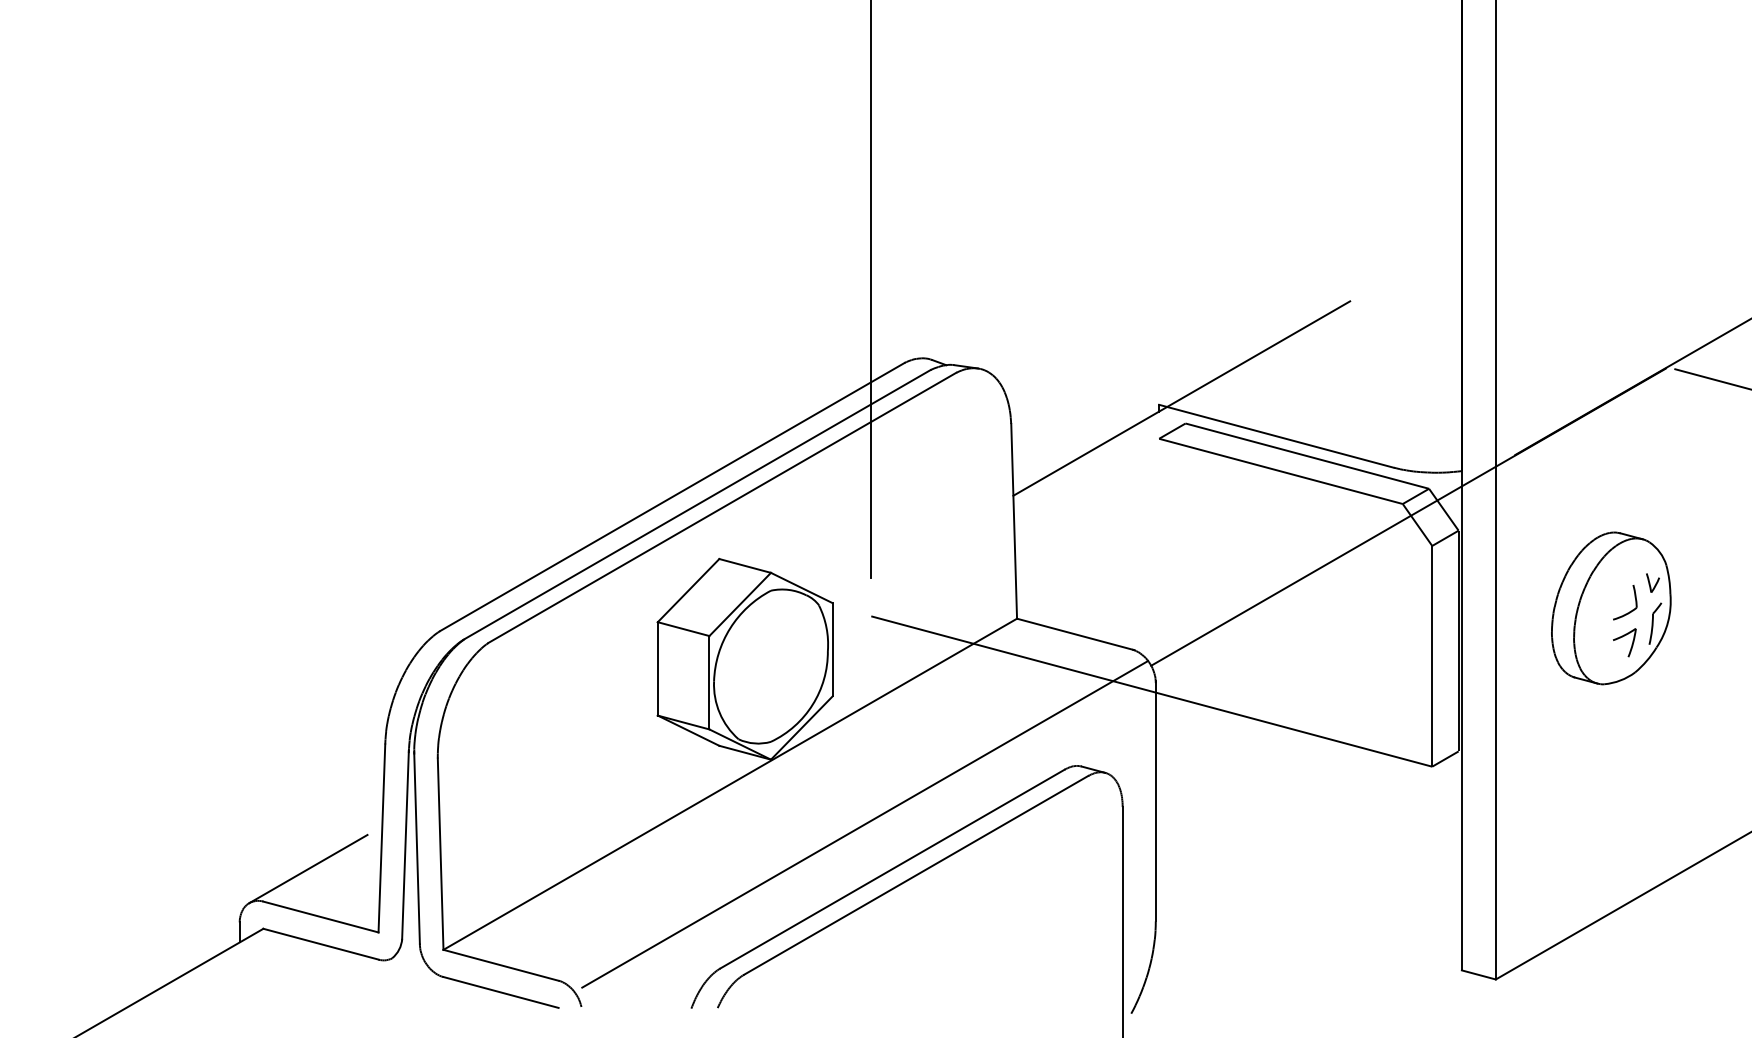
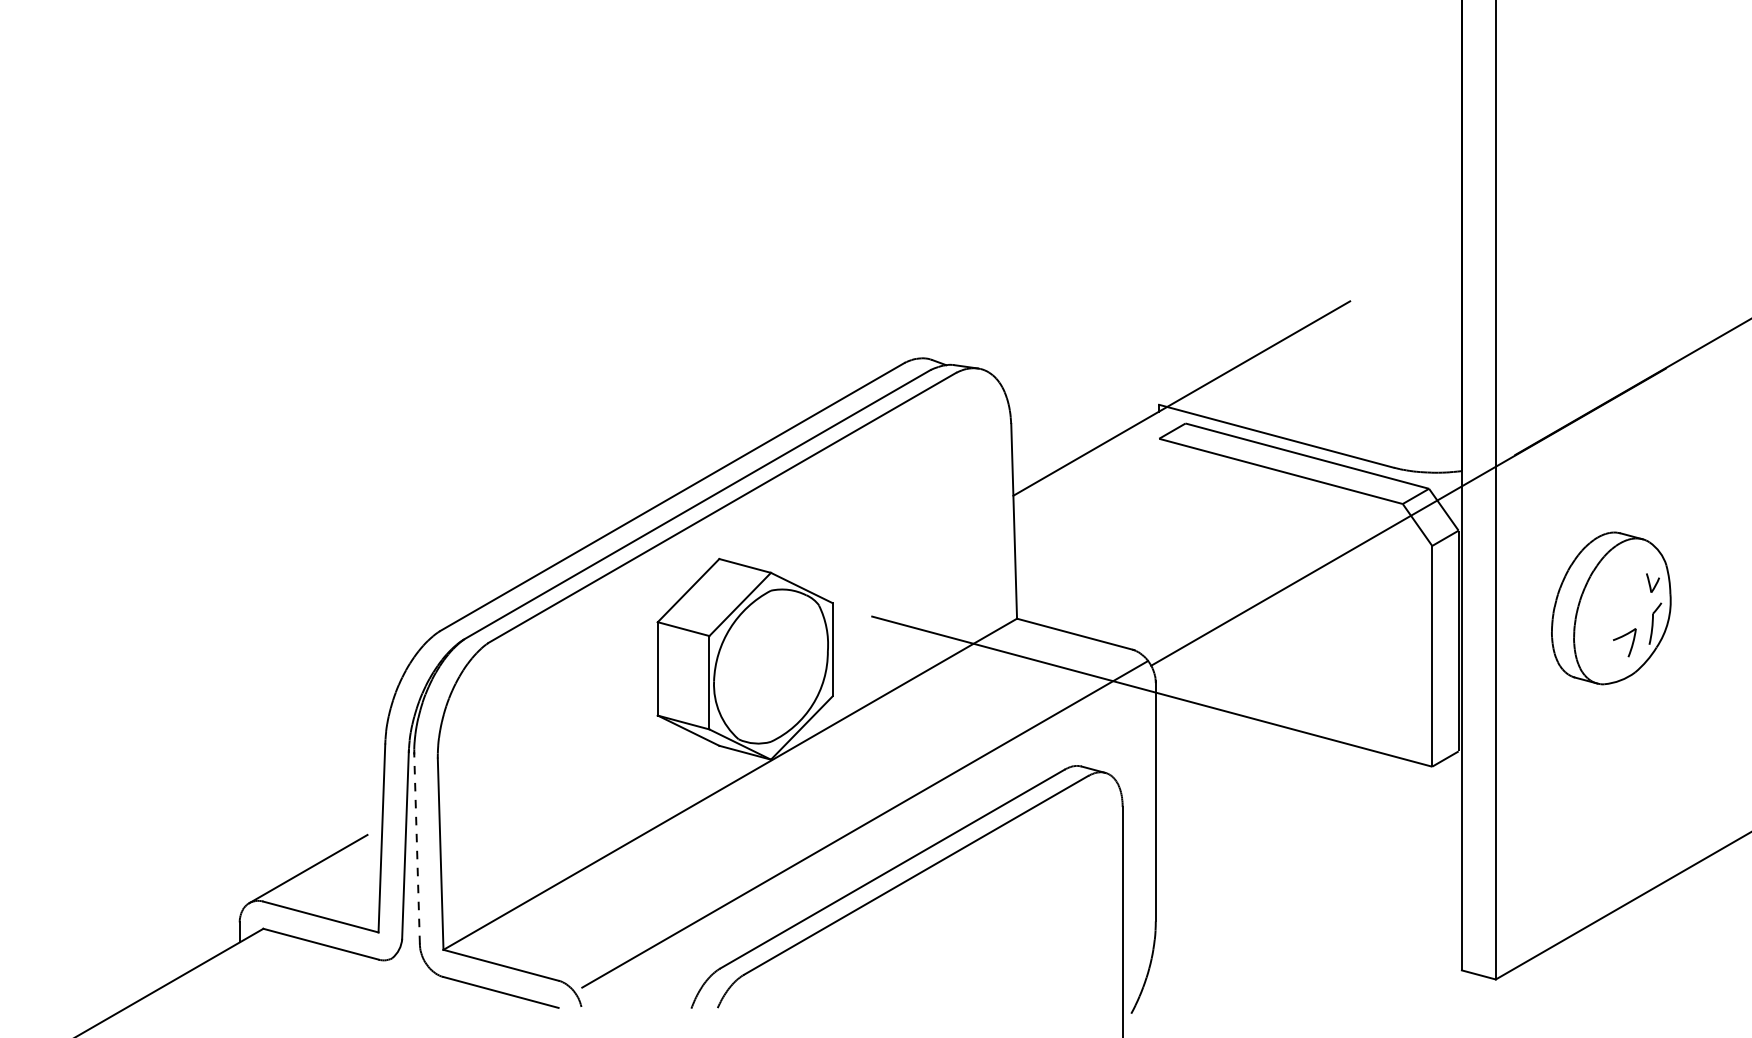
line at (871, 289): present -> none
line at (1711, 378): present -> none
part at (1630, 610): present -> none
line at (417, 847): solid -> dashed
